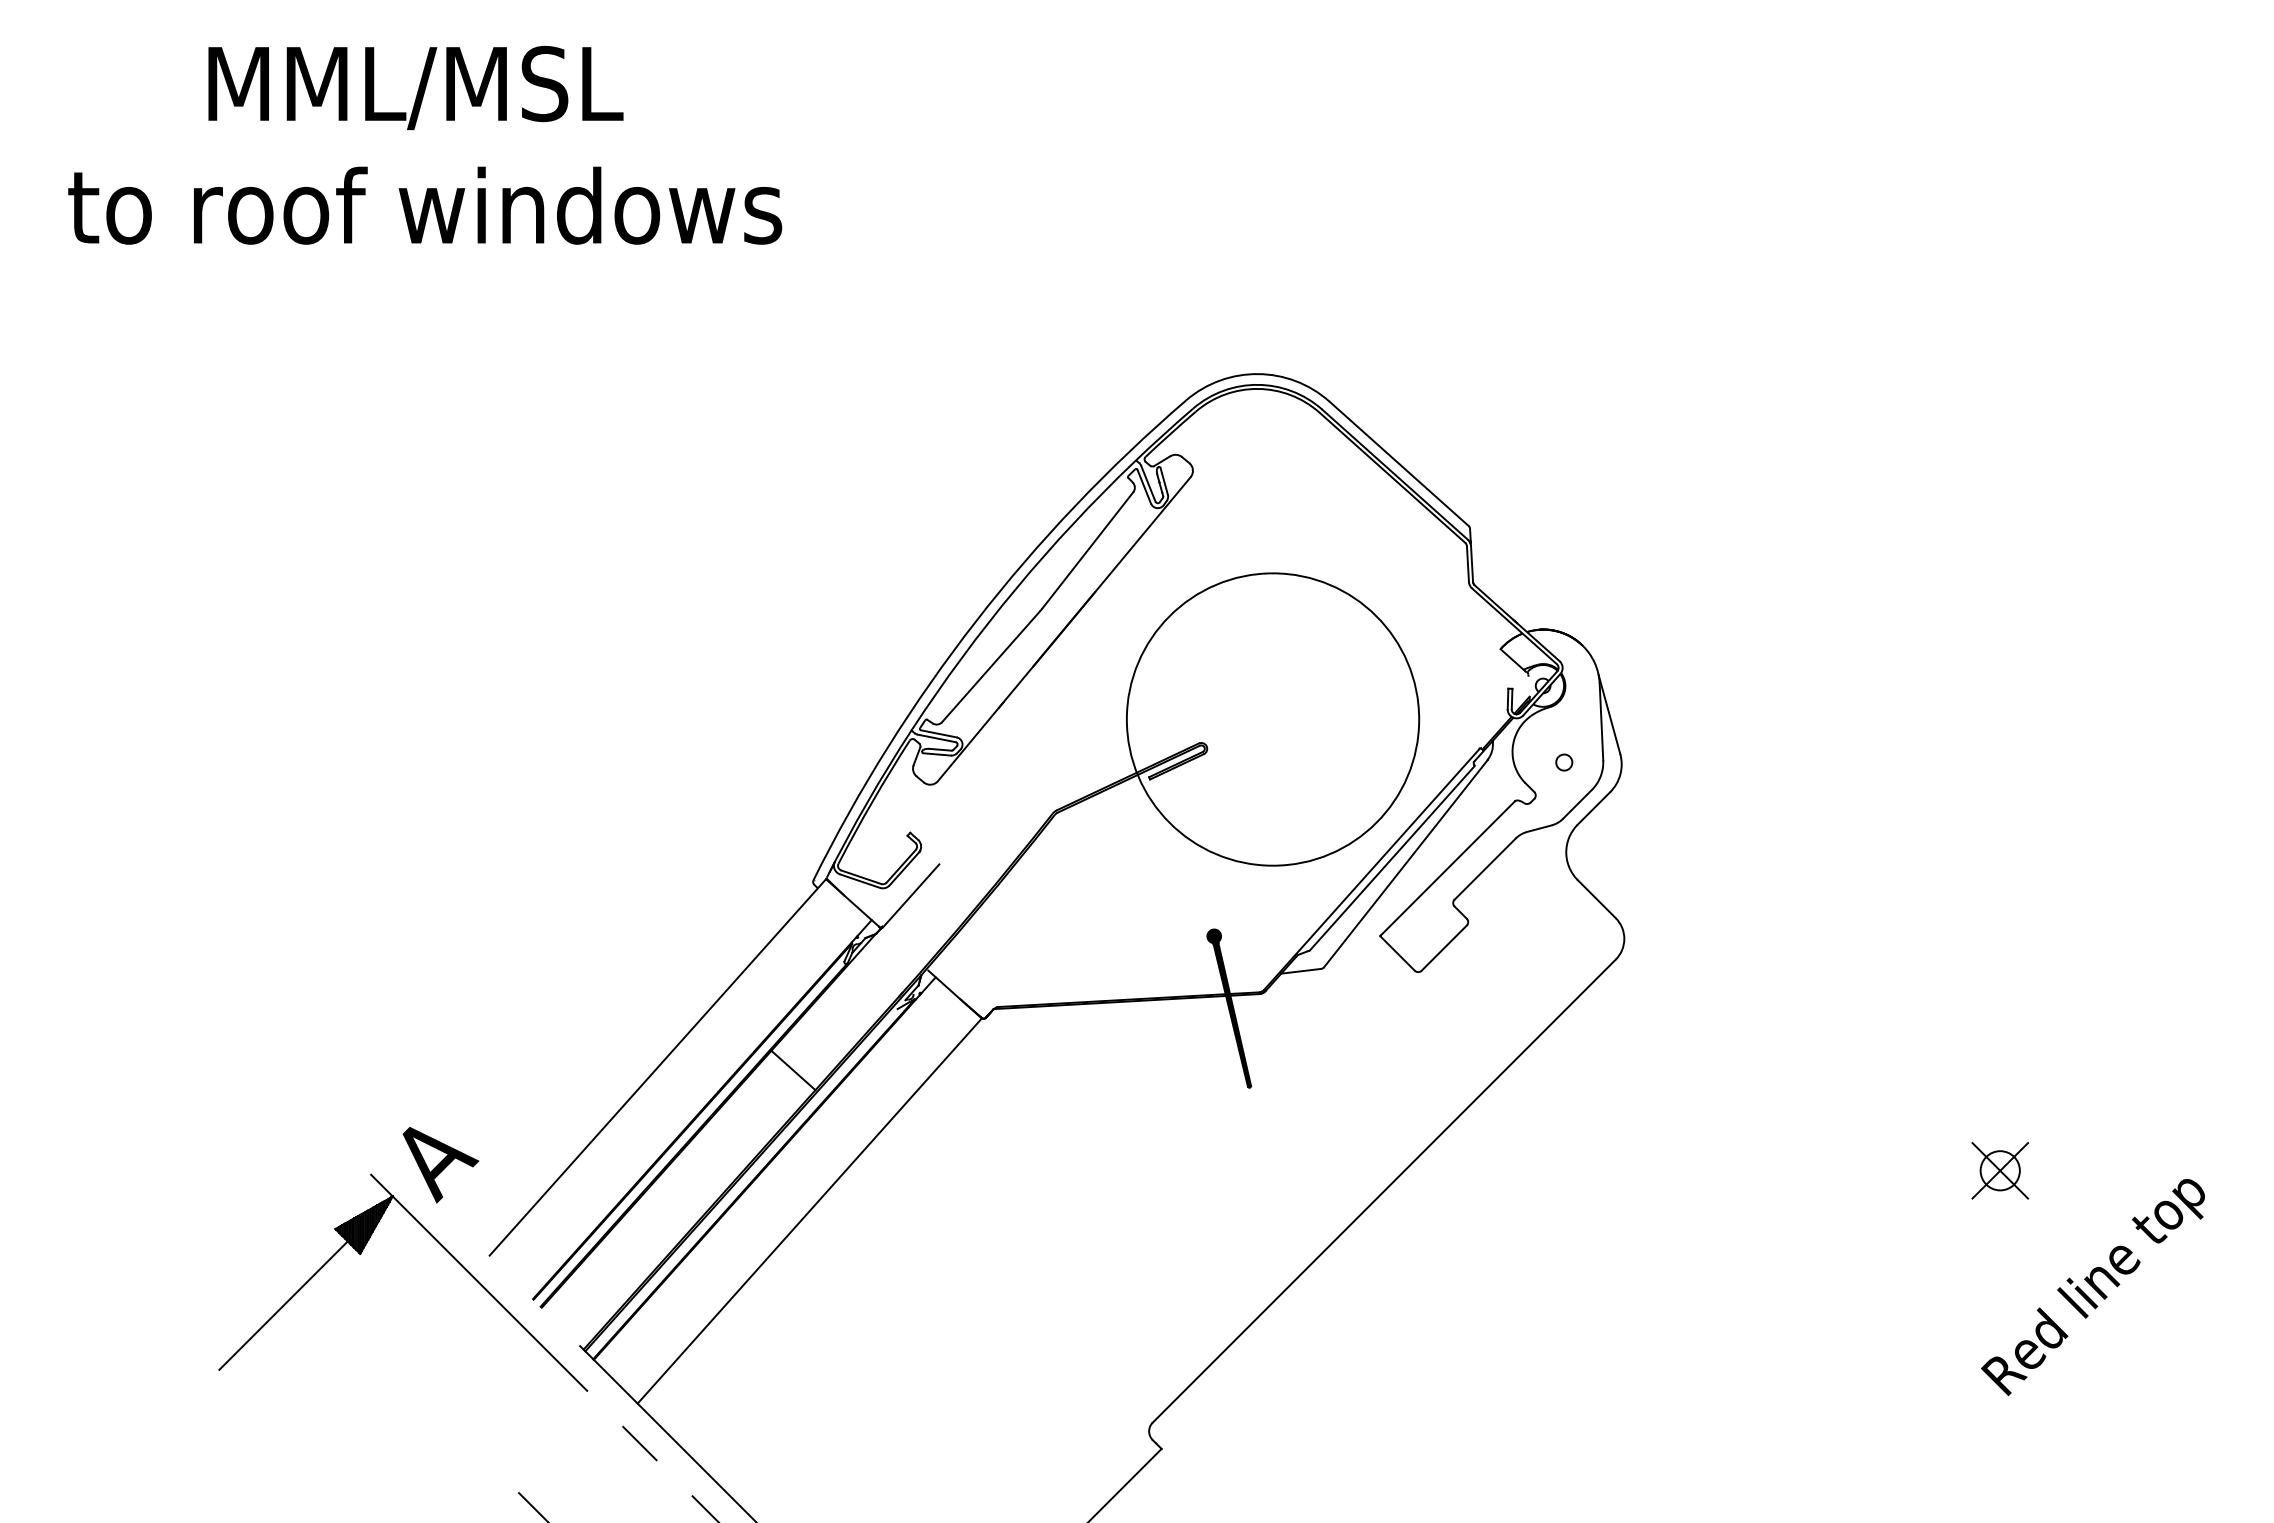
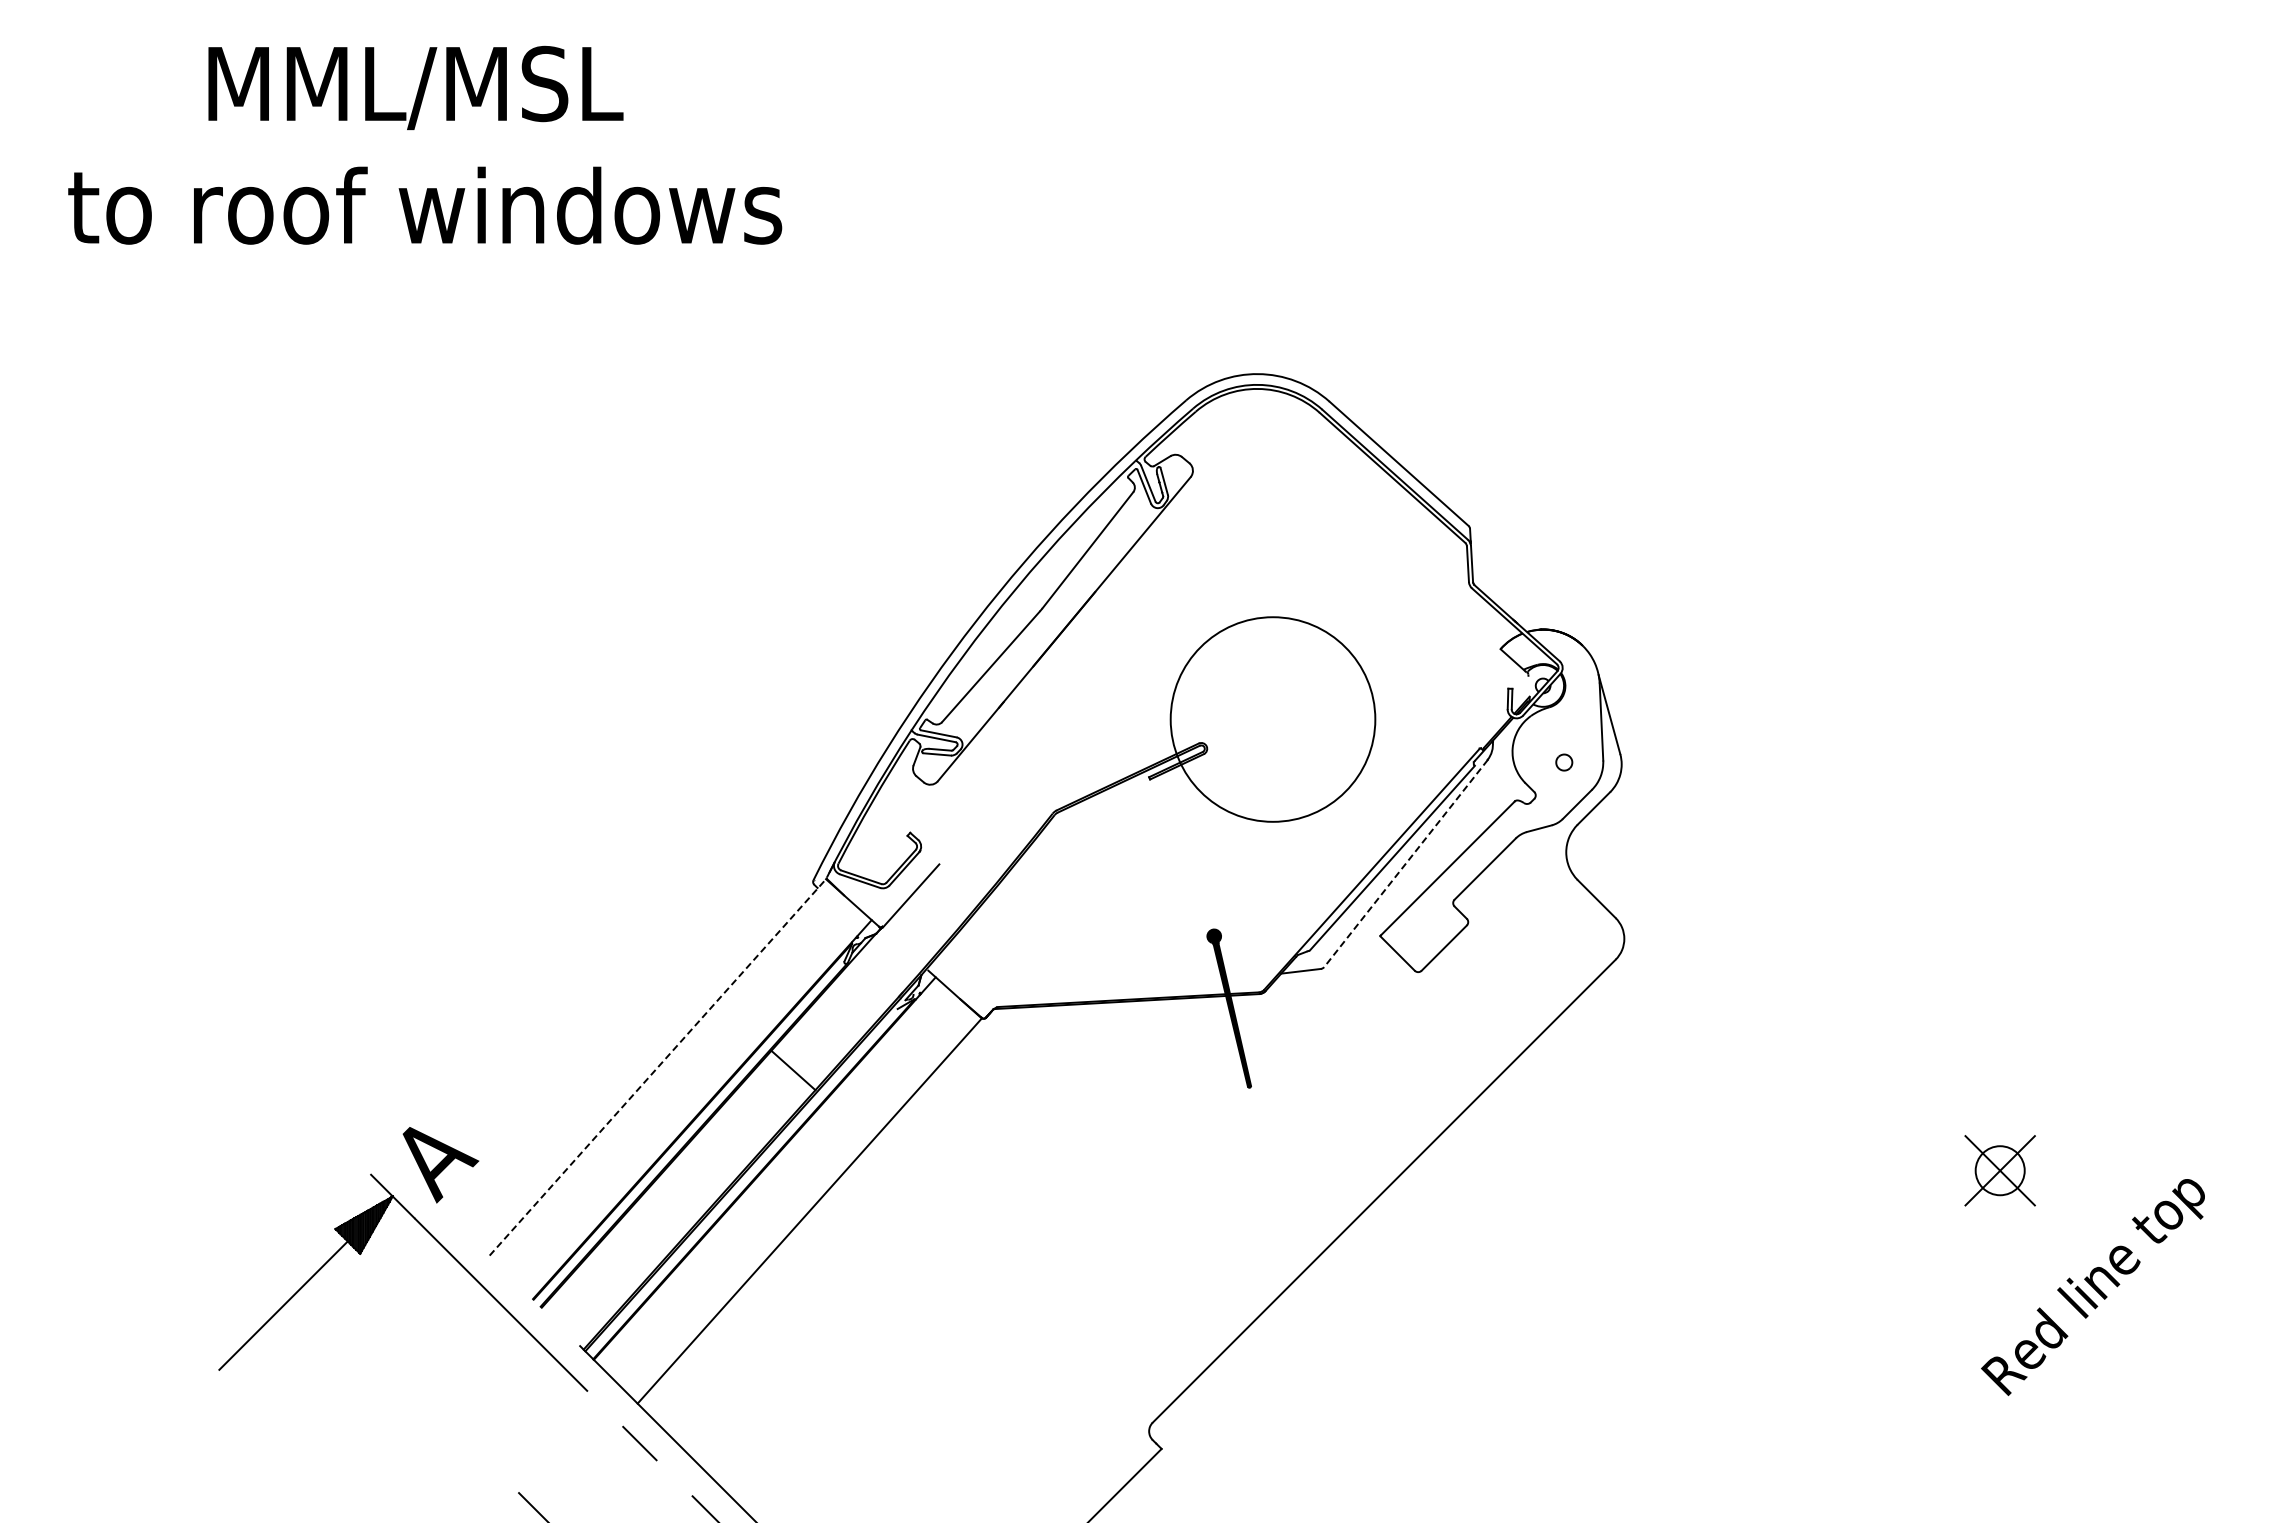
circle at (1272, 719) diameter: 292 px -> 205 px
line at (1406, 863): solid -> dashed
line at (658, 1067): solid -> dashed
part at (2000, 1170) size: 59x58 px -> 72x72 px
